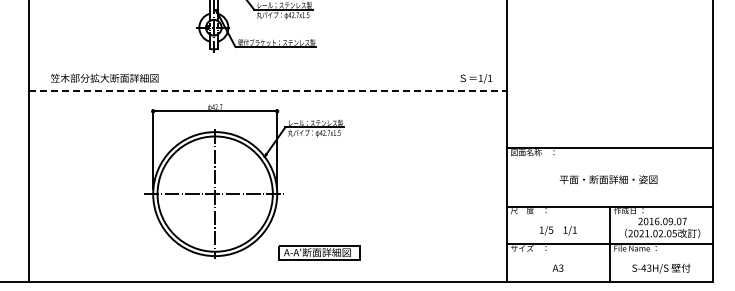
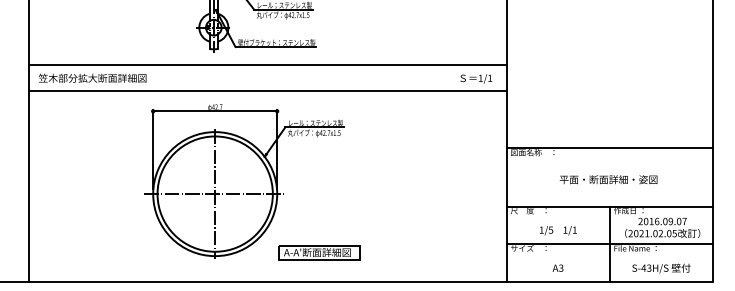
line at (267, 64): none -> present
text at (104, 77) position: (104, 77) -> (92, 77)
line at (267, 91): dashed -> solid
